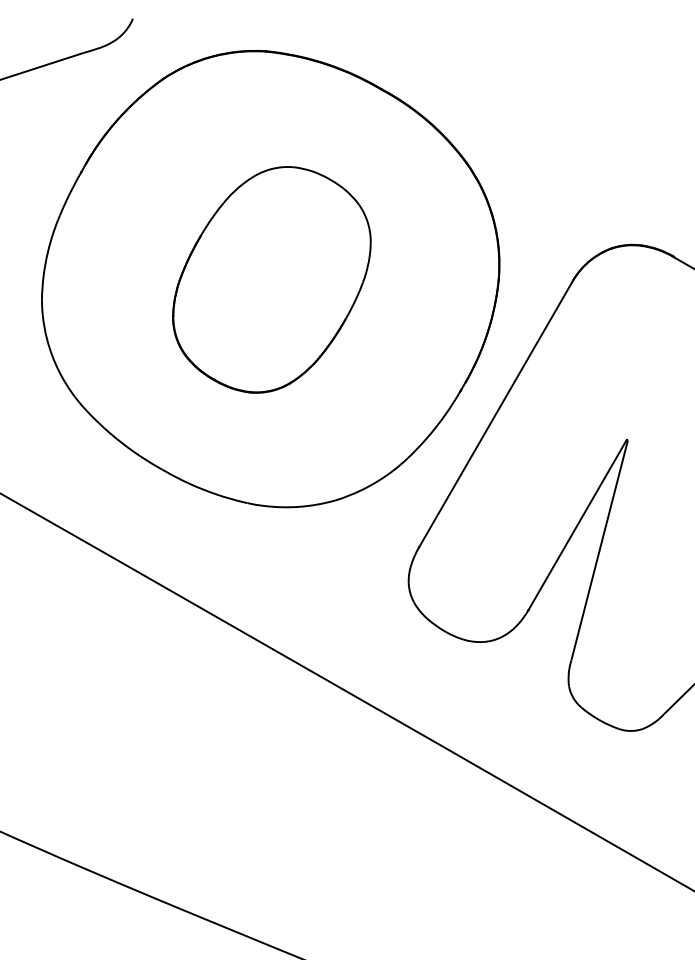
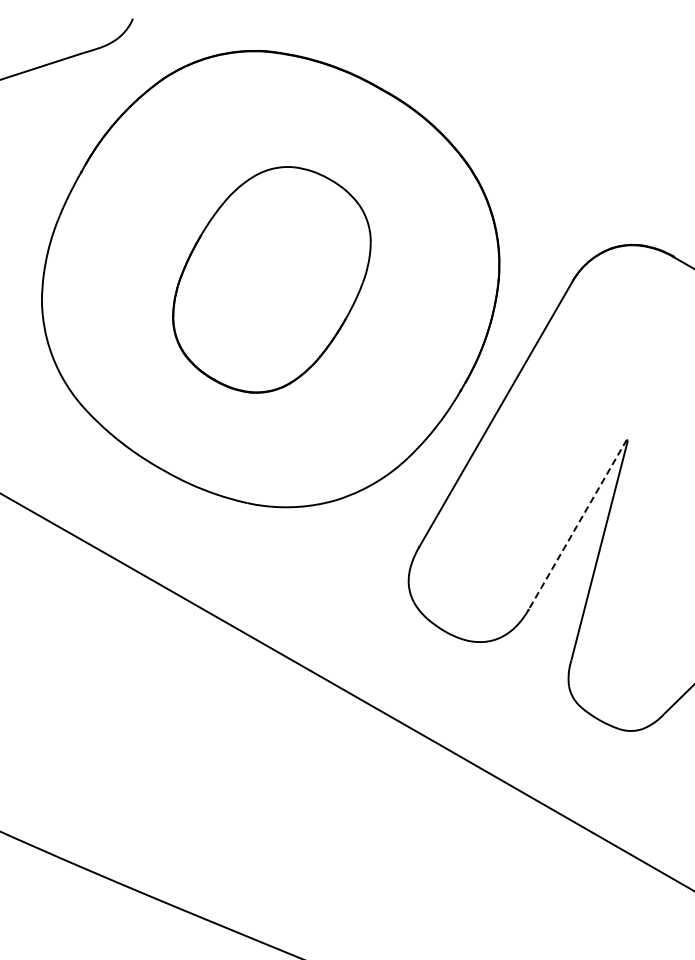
line at (577, 525): solid -> dashed
